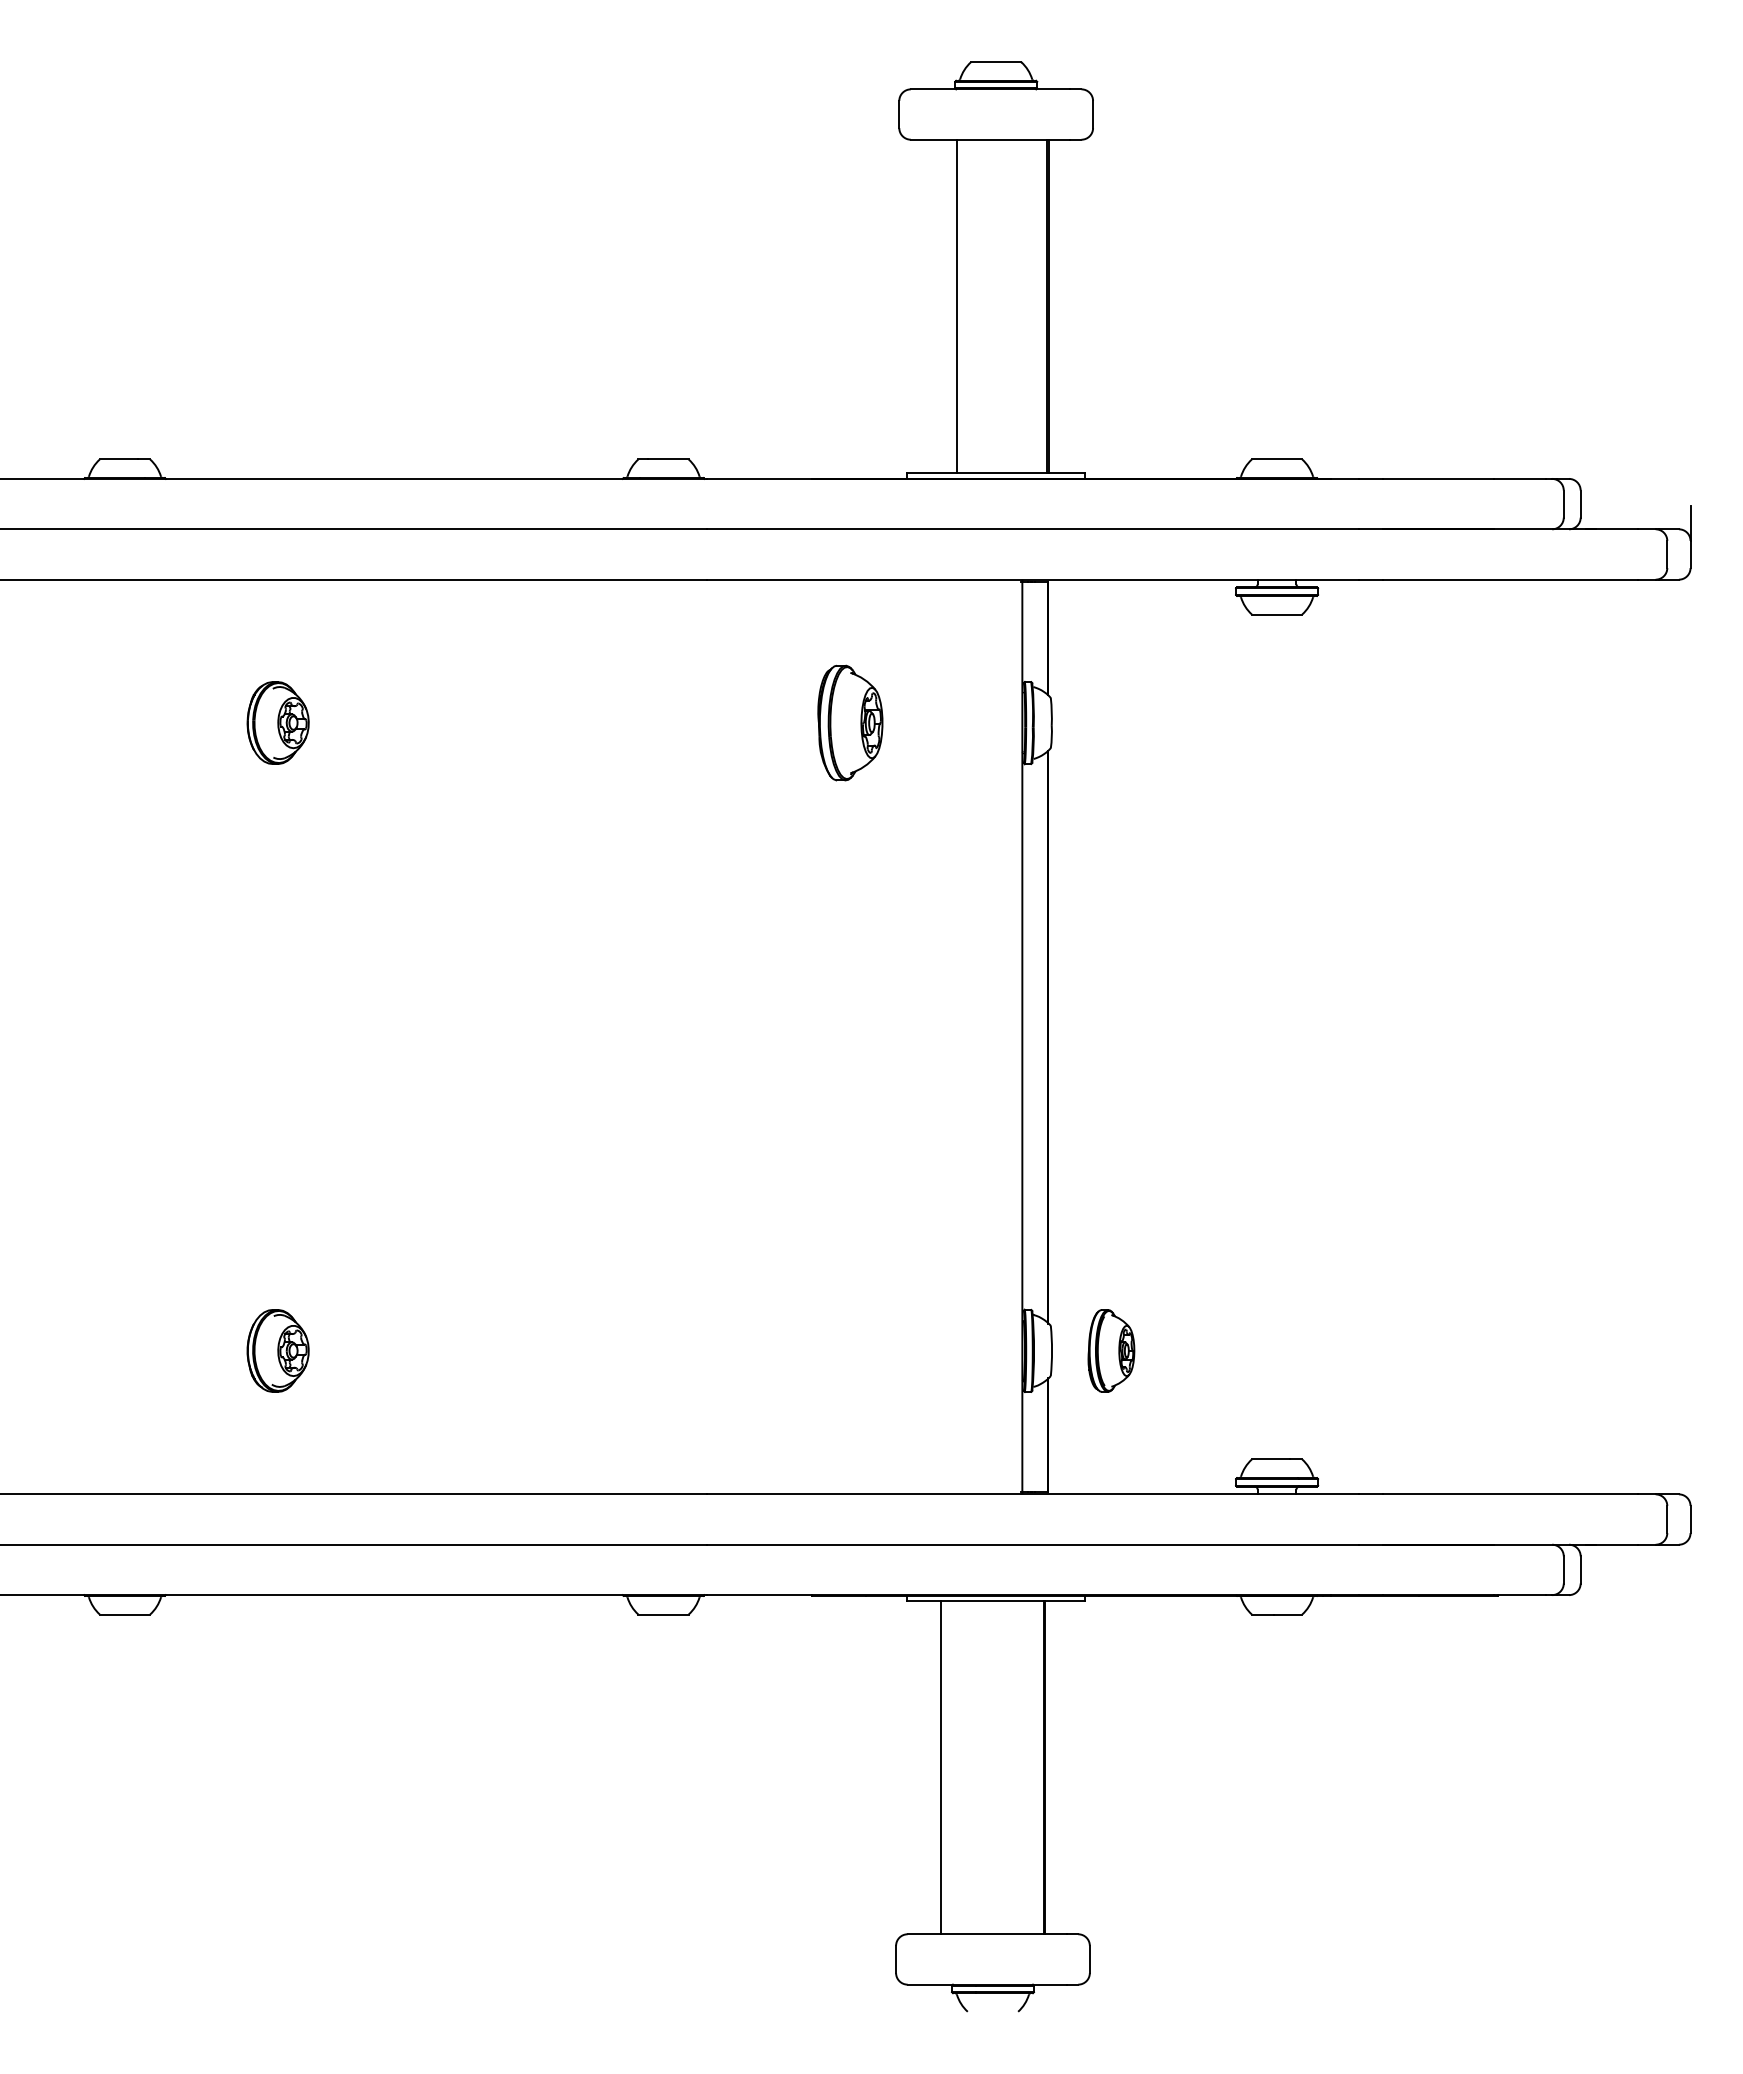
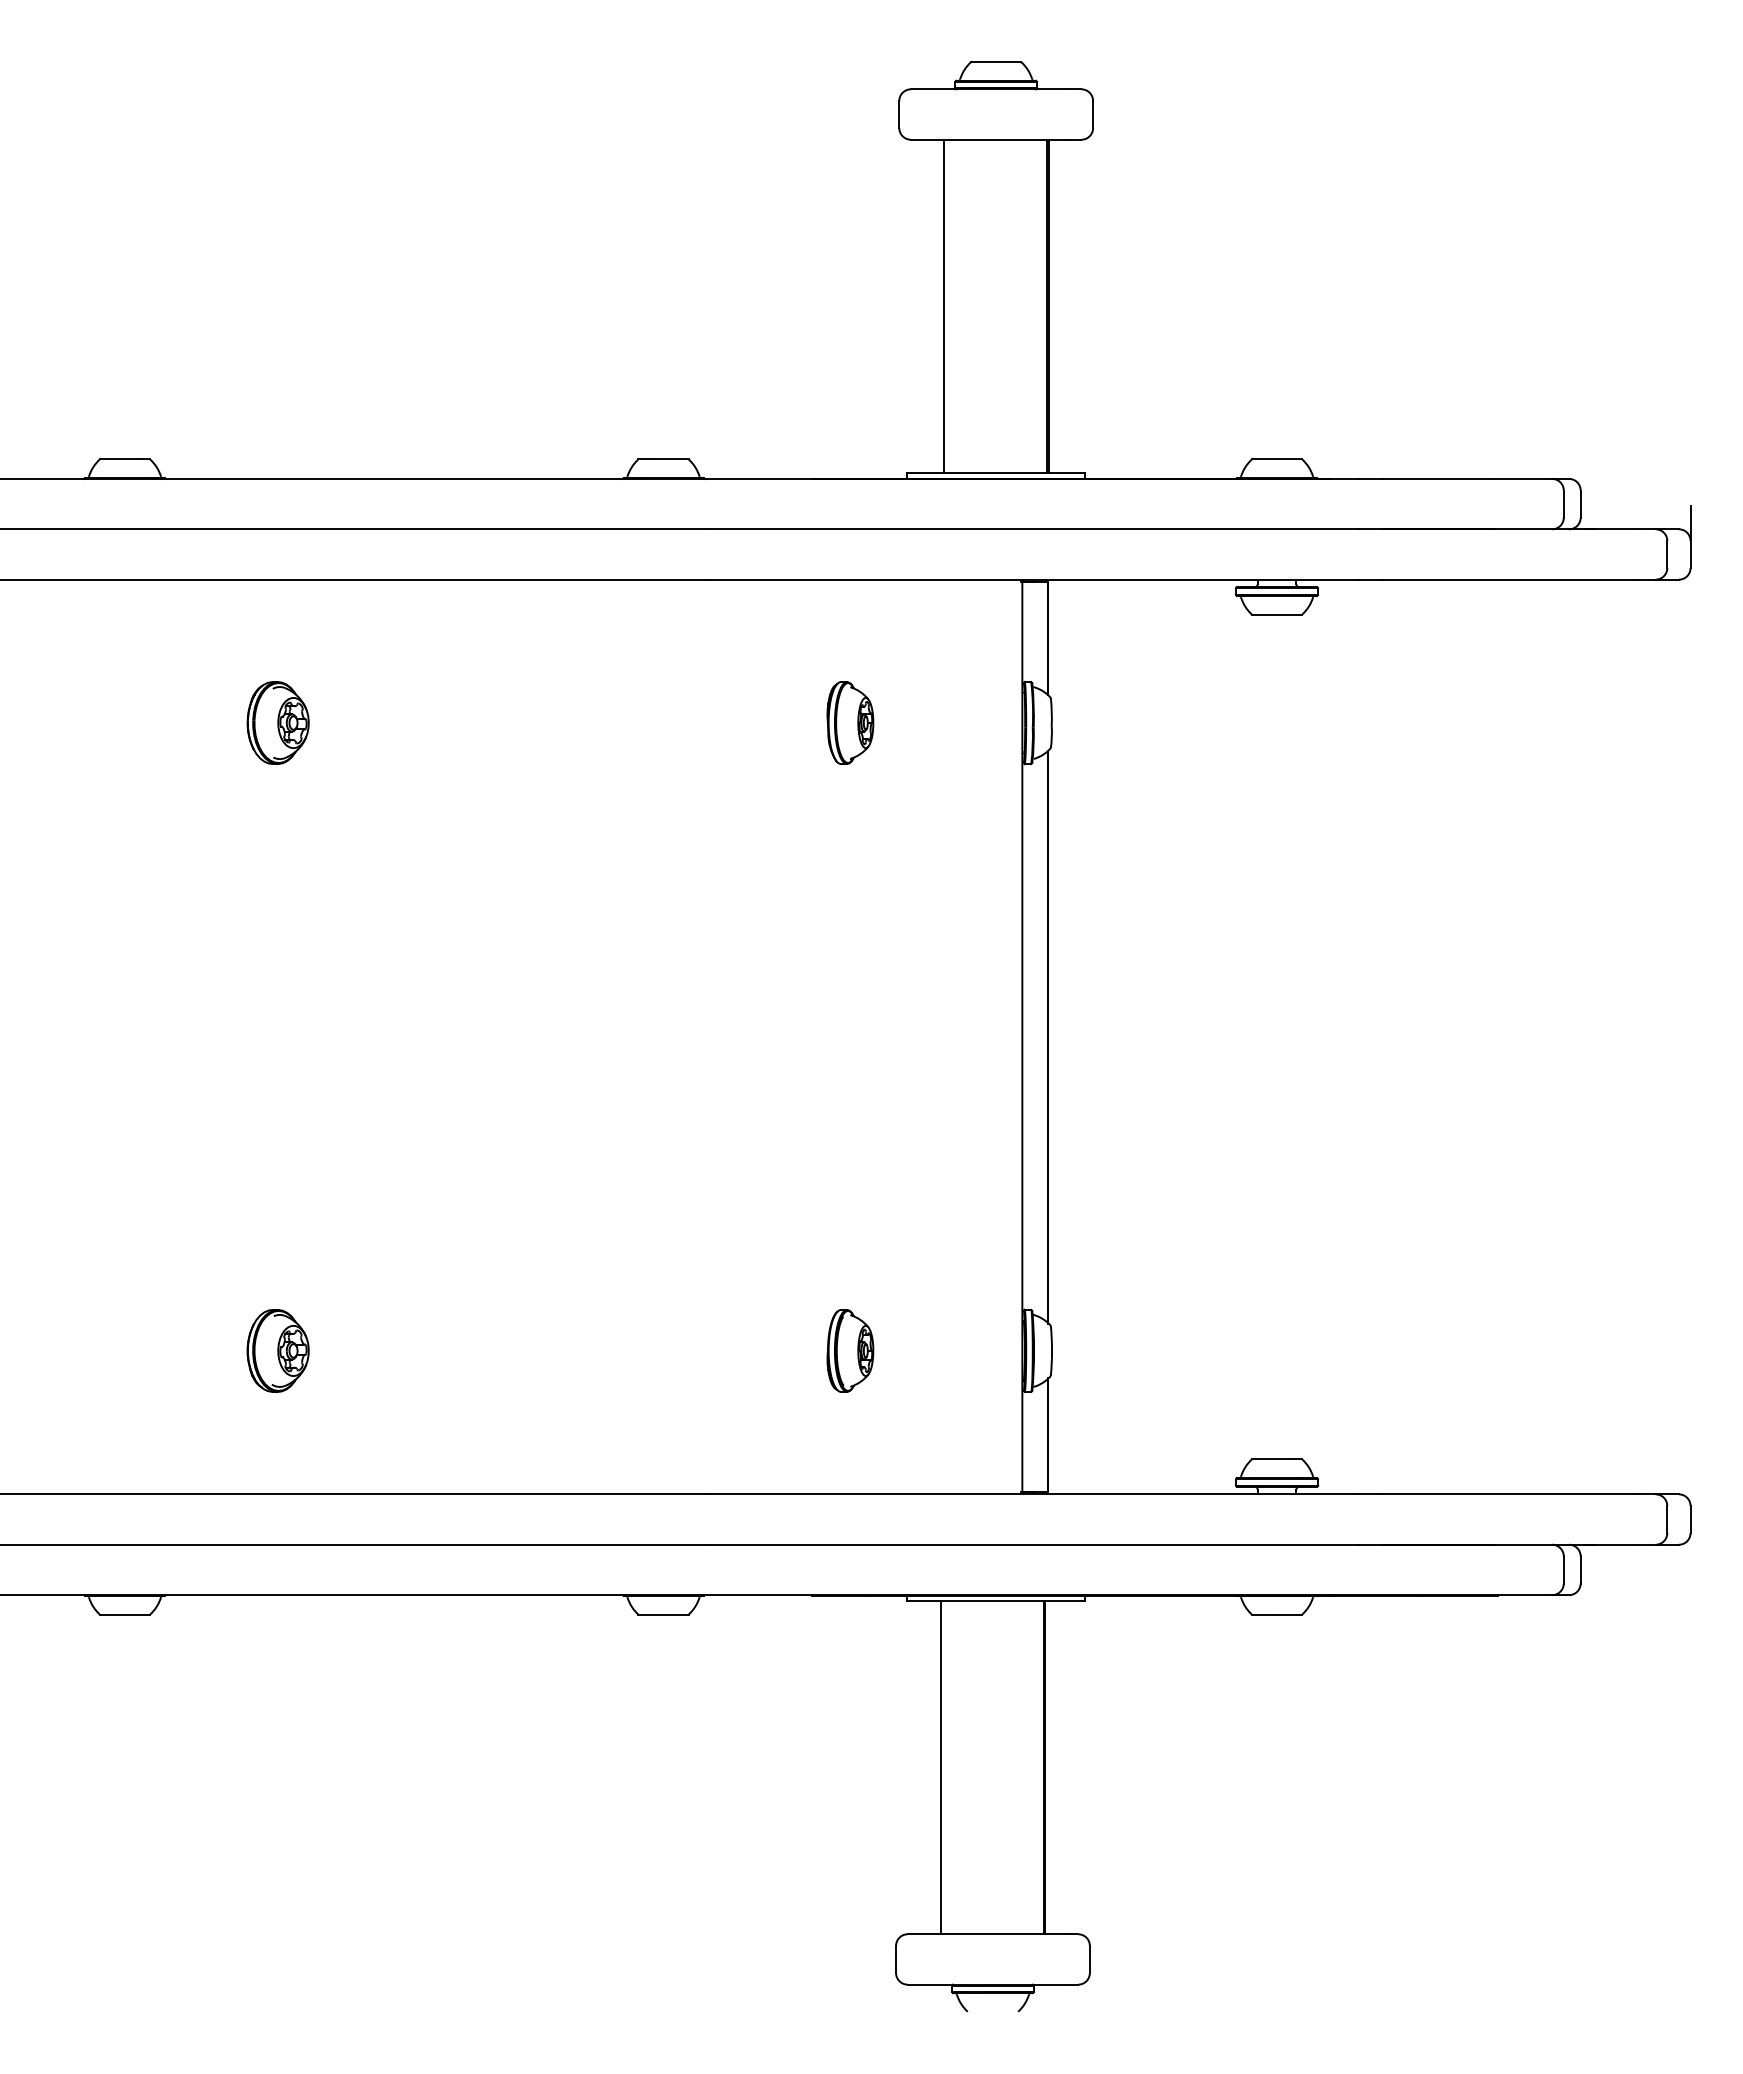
line at (956, 306) position: (956, 306) -> (943, 306)
part at (850, 722) size: 67x118 px -> 49x84 px
part at (1111, 1350) position: (1111, 1350) -> (850, 1350)
